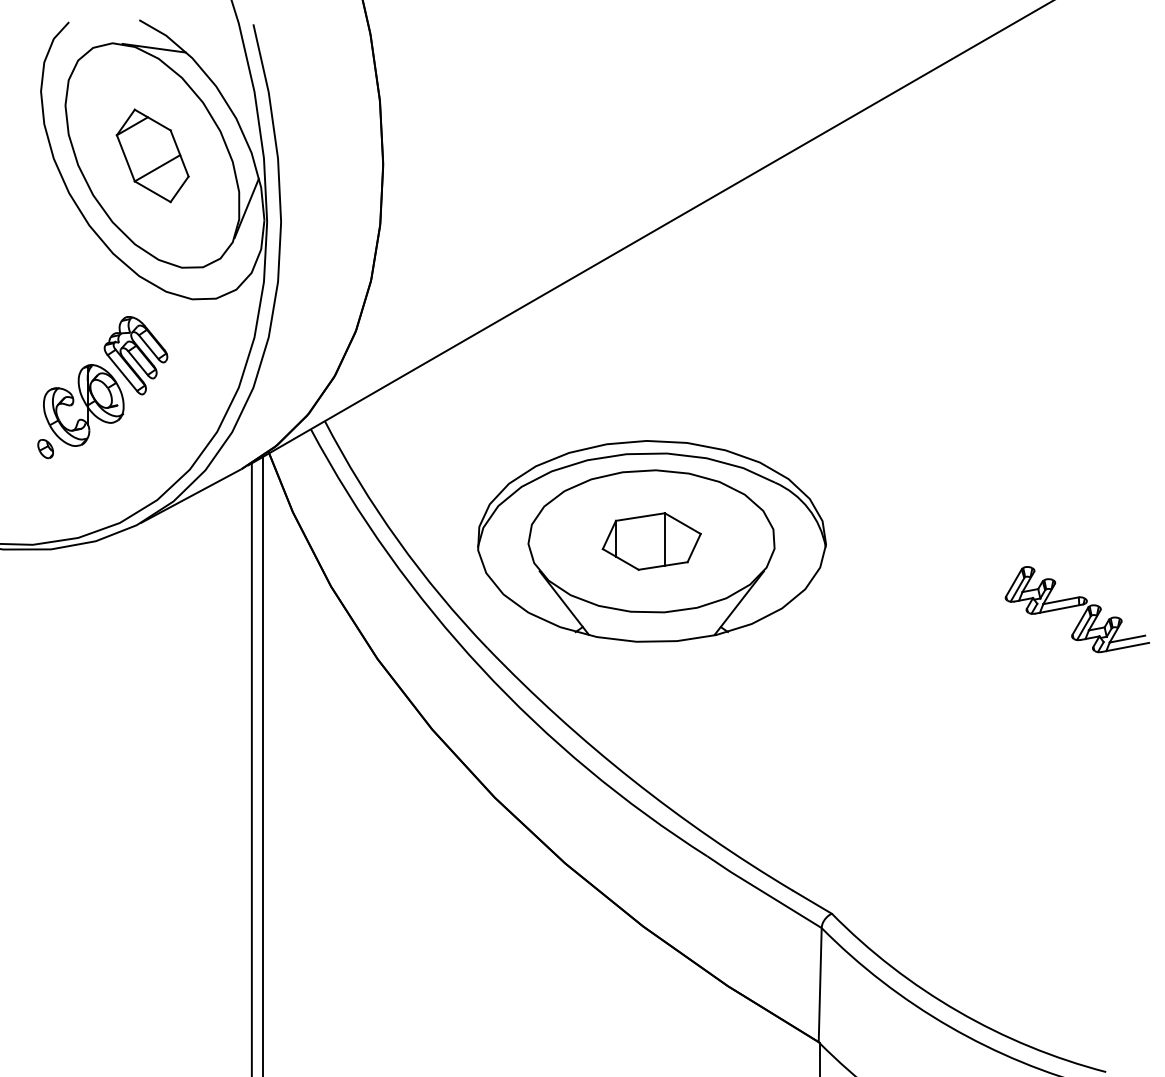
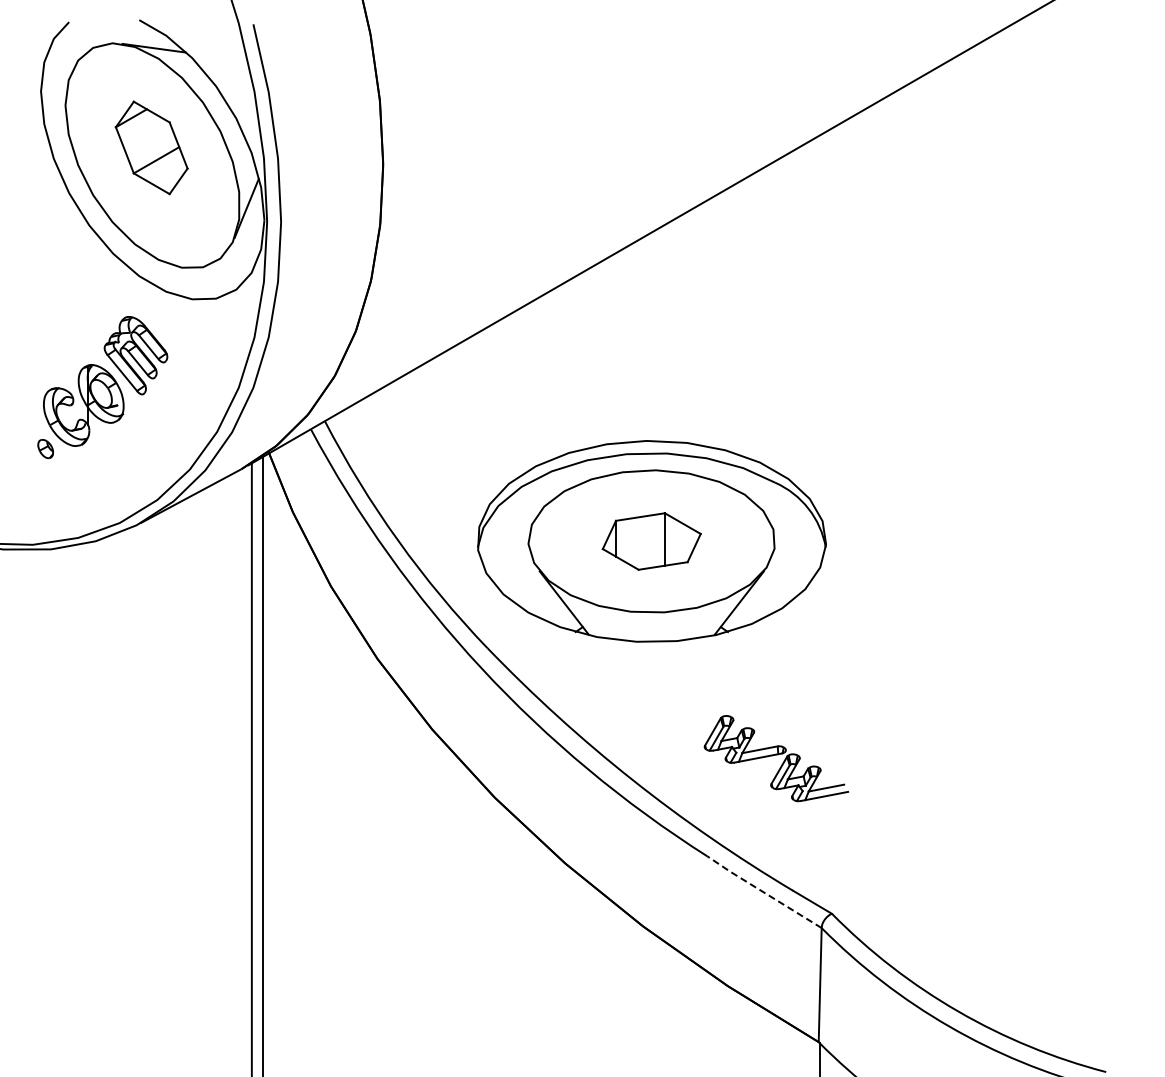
part at (152, 155) position: (152, 155) -> (151, 147)
part at (1076, 609) position: (1076, 609) -> (775, 758)
line at (763, 892): solid -> dashed
